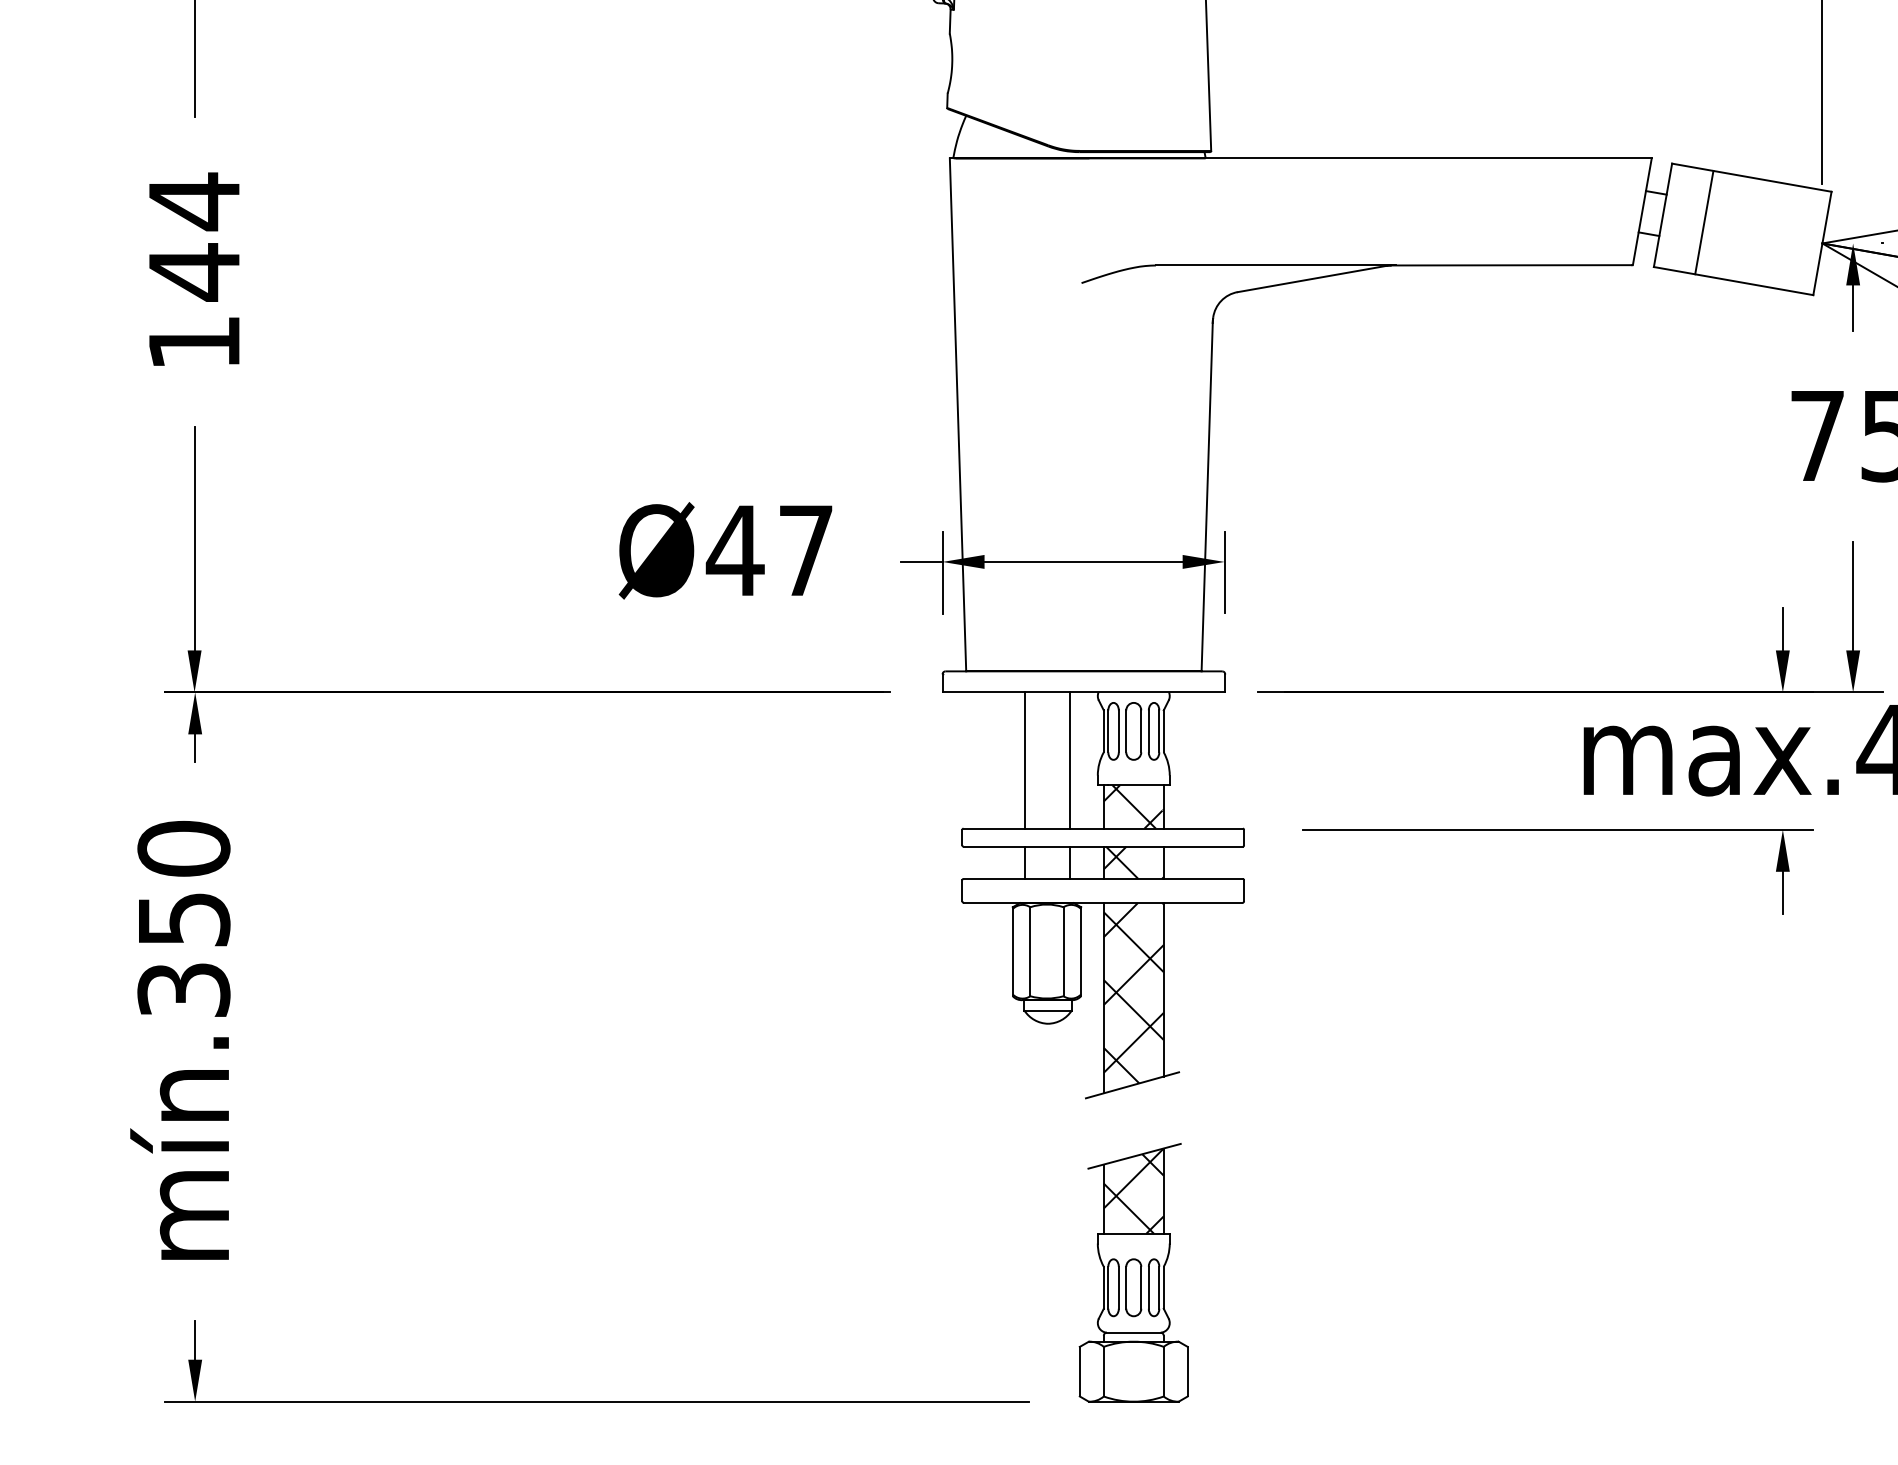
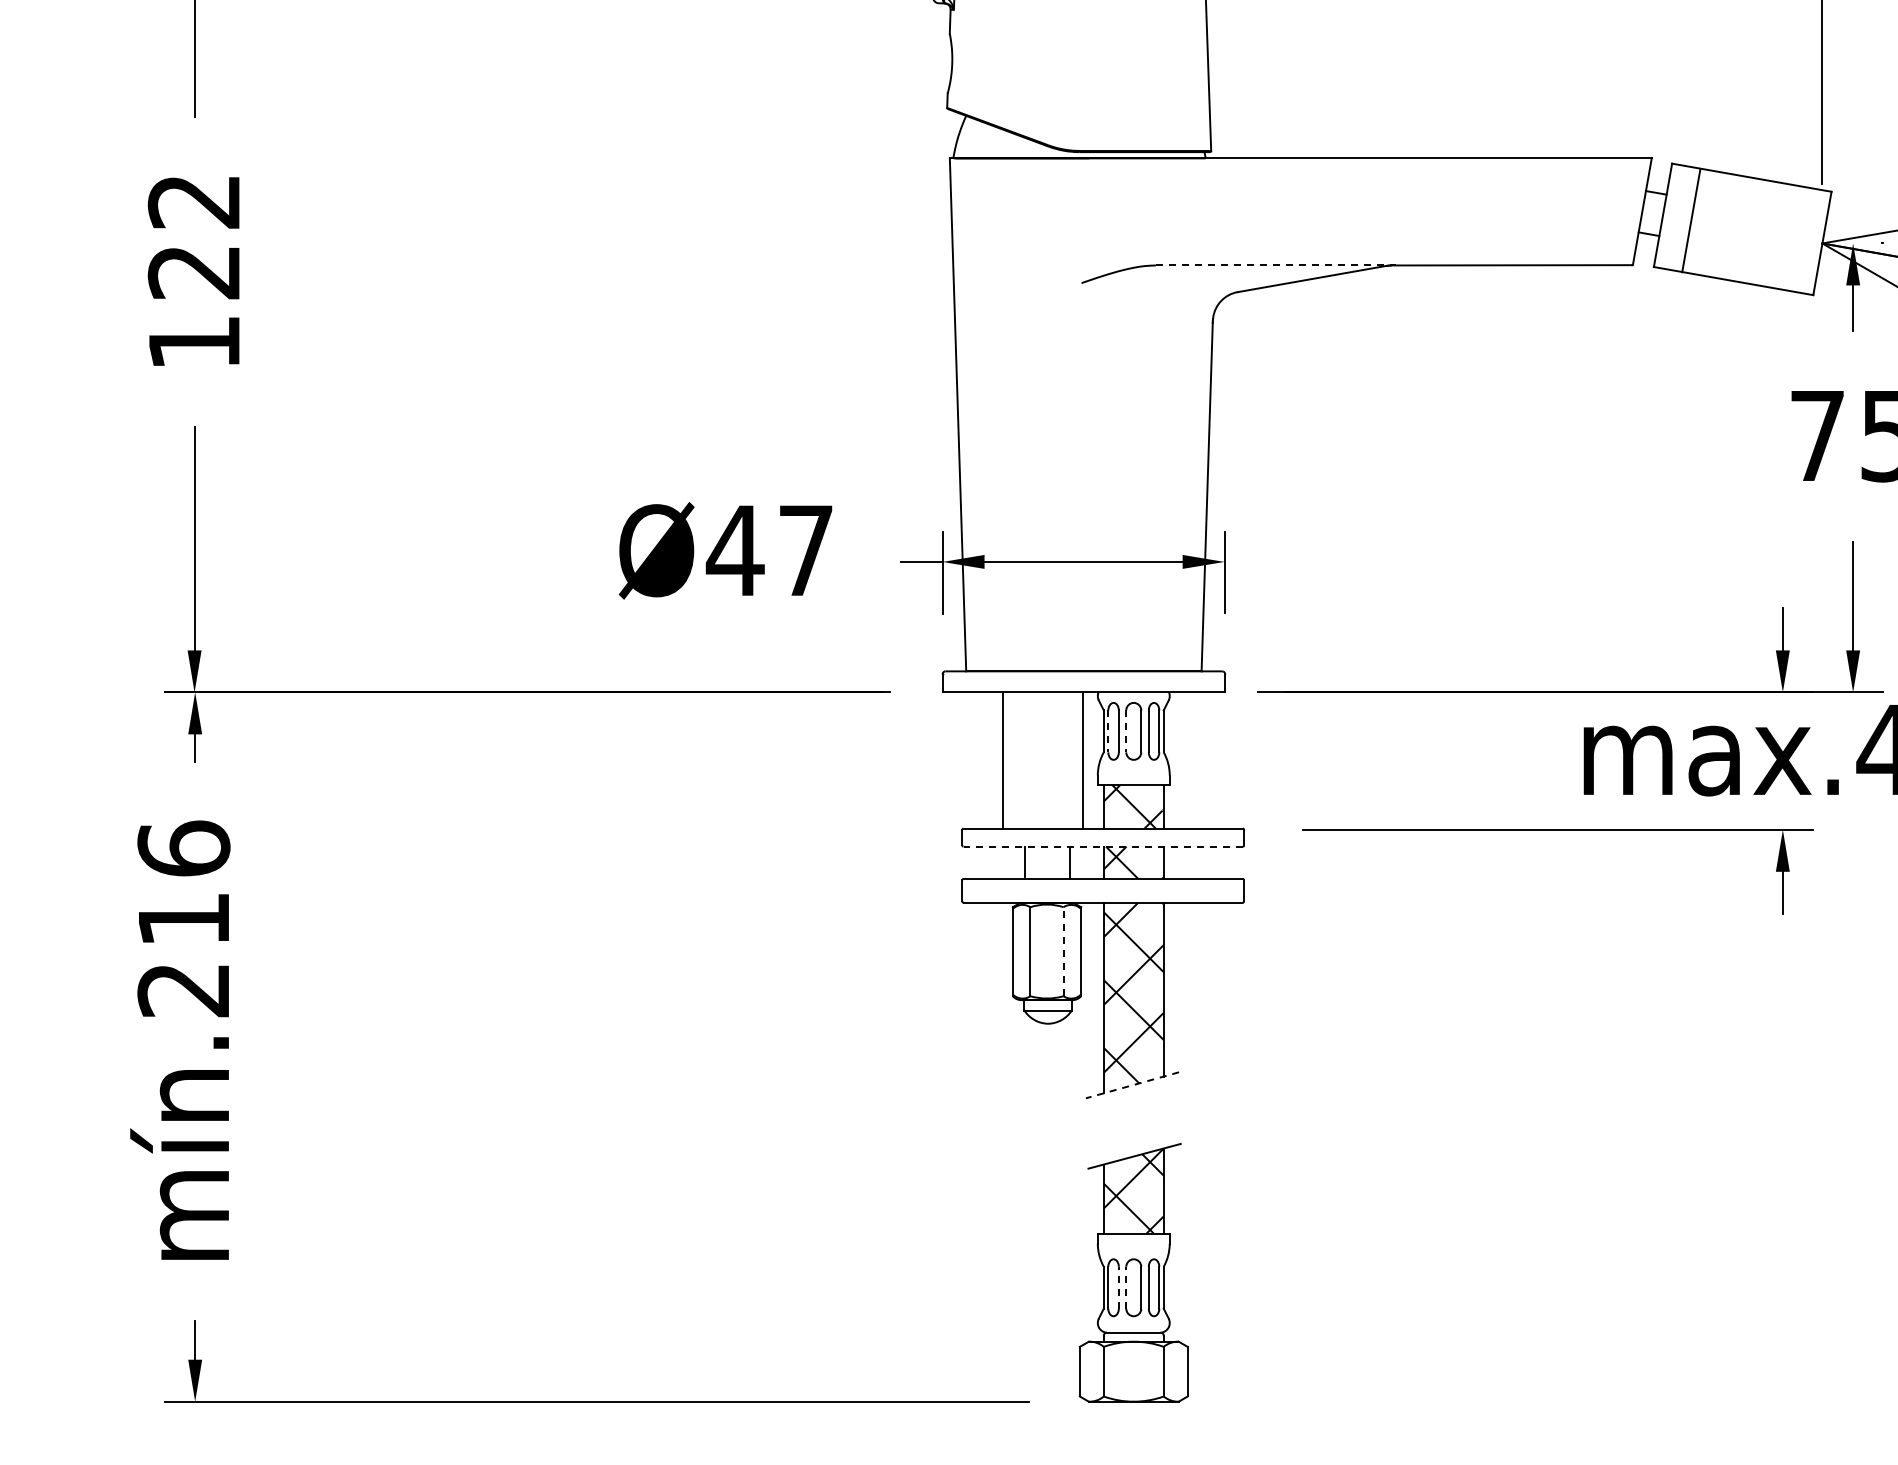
line at (1704, 222) position: (1704, 222) -> (1691, 220)
text at (193, 236): 144 -> 122
line at (1276, 265): solid -> dashed
line at (1108, 731): solid -> dashed
line at (1126, 731): solid -> dashed
line at (1025, 760) position: (1025, 760) -> (1003, 760)
line at (1070, 760) position: (1070, 760) -> (1083, 760)
line at (1103, 846): solid -> dashed
text at (183, 918): mín.350 -> mín.216
line at (1063, 951): solid -> dashed
line at (1132, 1085): solid -> dashed
line at (1118, 1287): solid -> dashed
line at (1126, 1287): solid -> dashed
